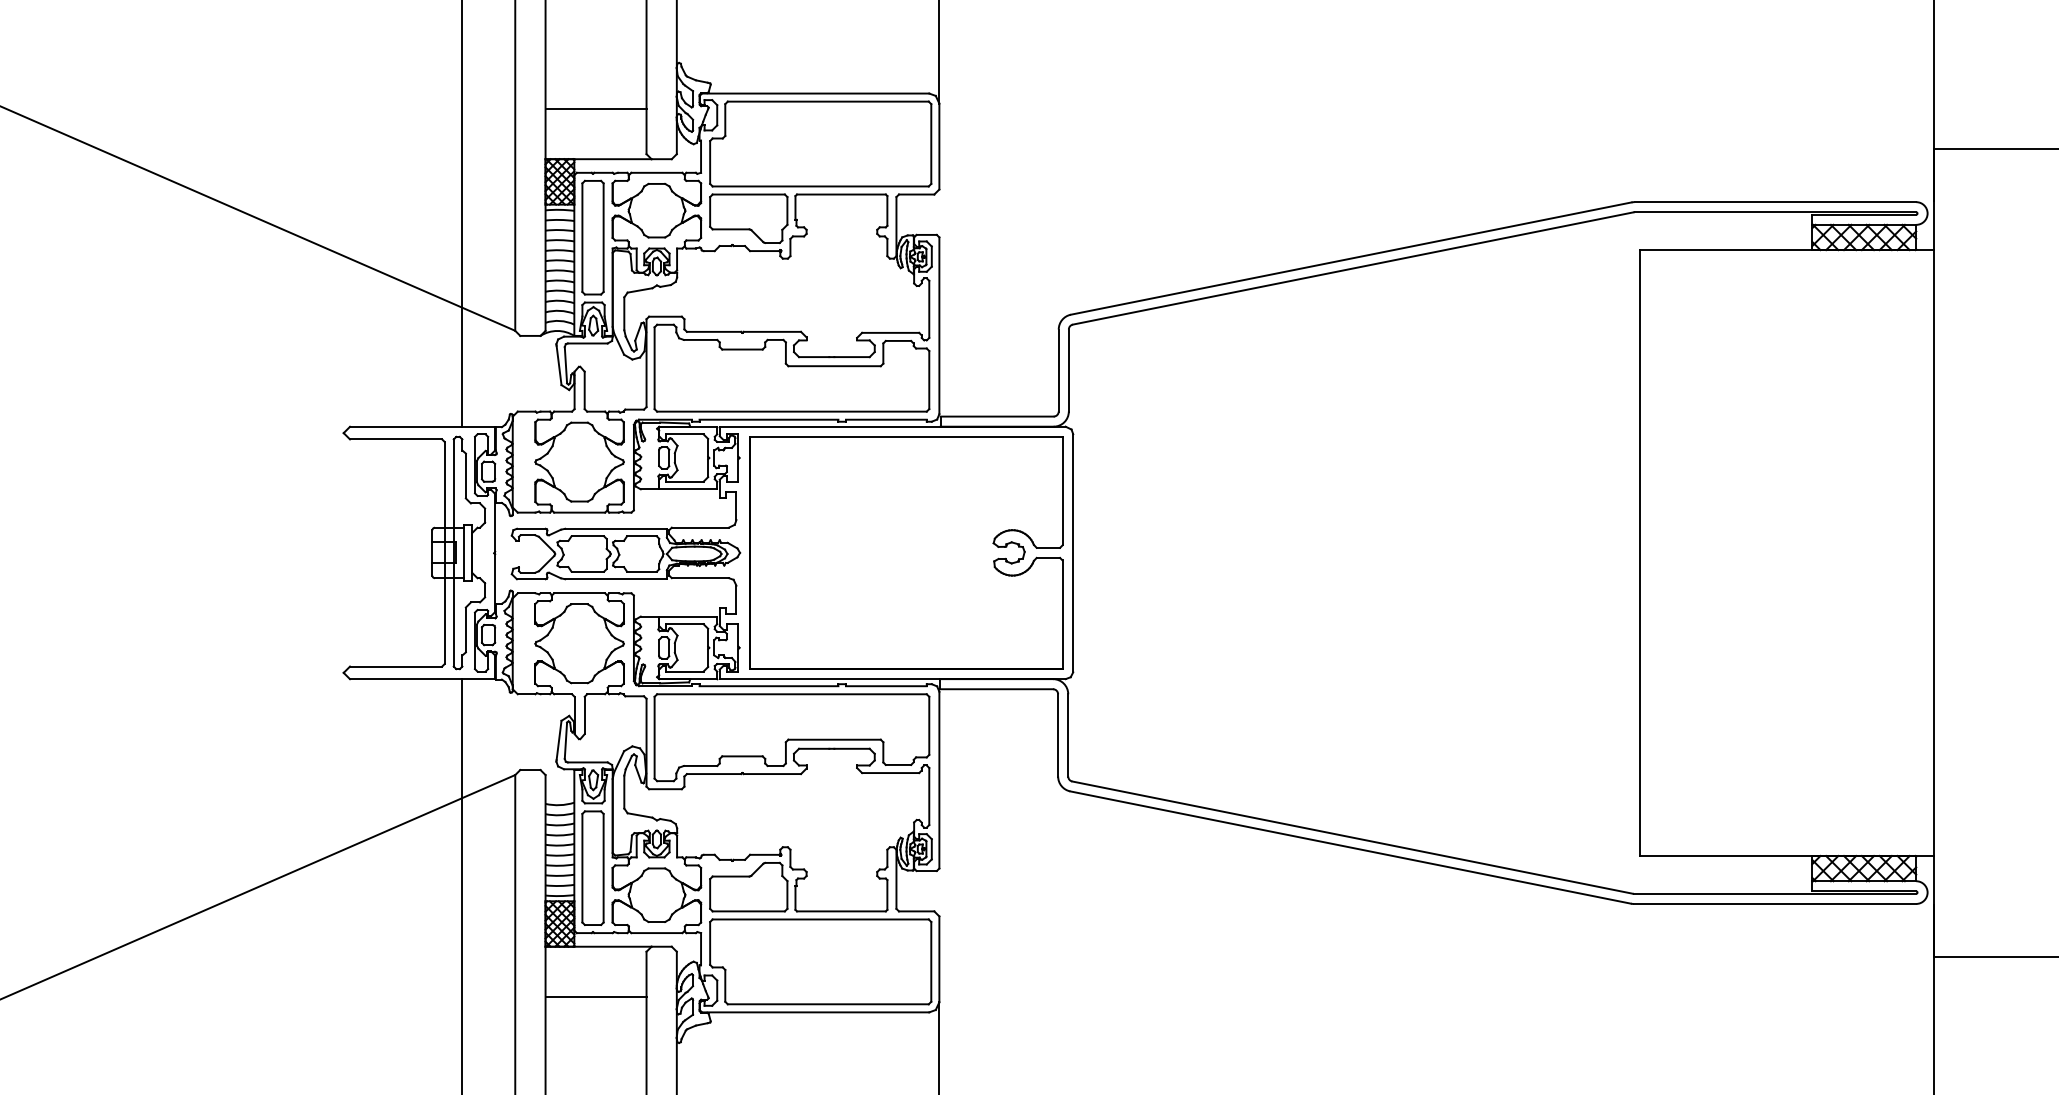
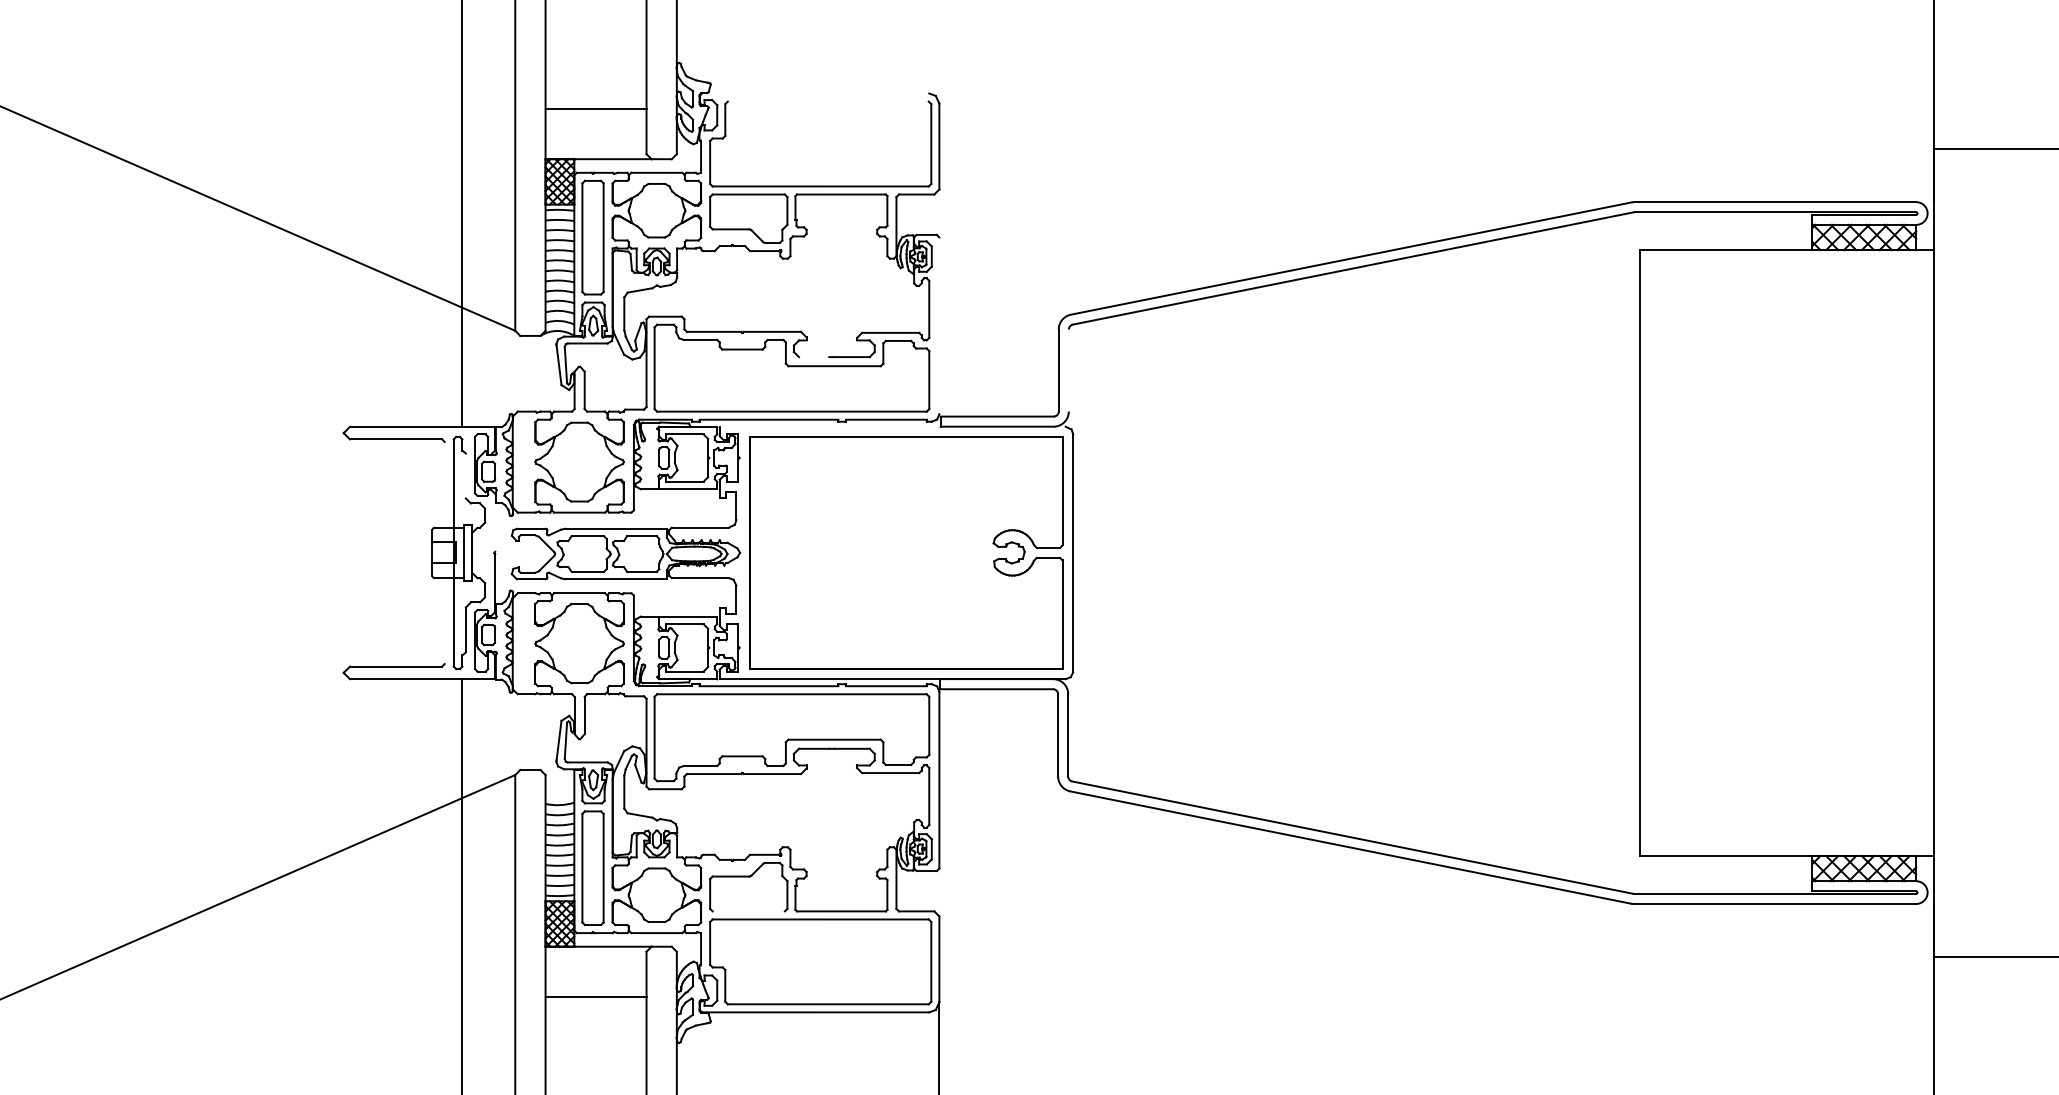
line at (939, 52): present -> none
line at (815, 93): present -> none
line at (827, 101): present -> none
line at (939, 325): present -> none
line at (814, 357): present -> none
line at (1068, 370): present -> none
line at (892, 426): present -> none
line at (465, 475): present -> none
line at (495, 522): present -> none
line at (444, 552): present -> none
line at (748, 911): present -> none
